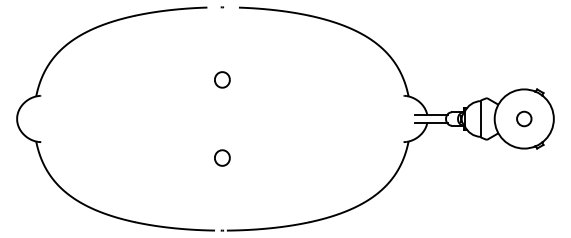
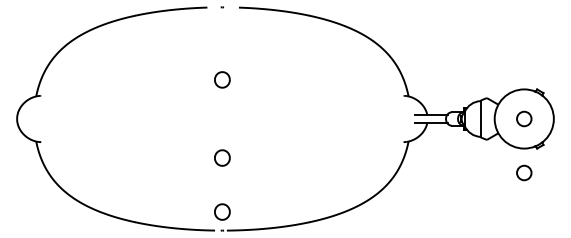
circle at (524, 172): none -> present
part at (222, 211): none -> present
